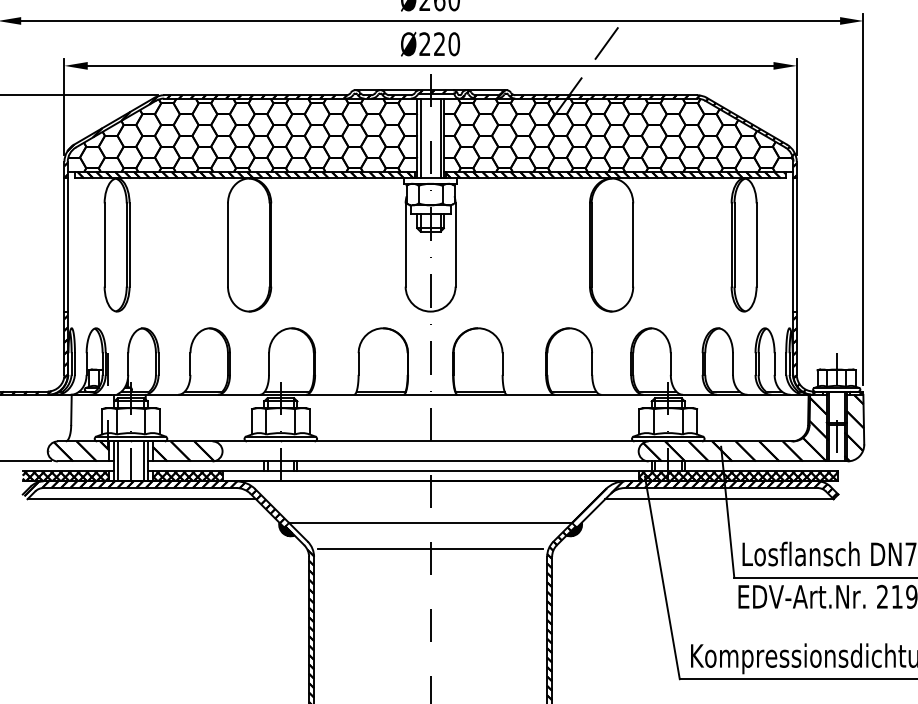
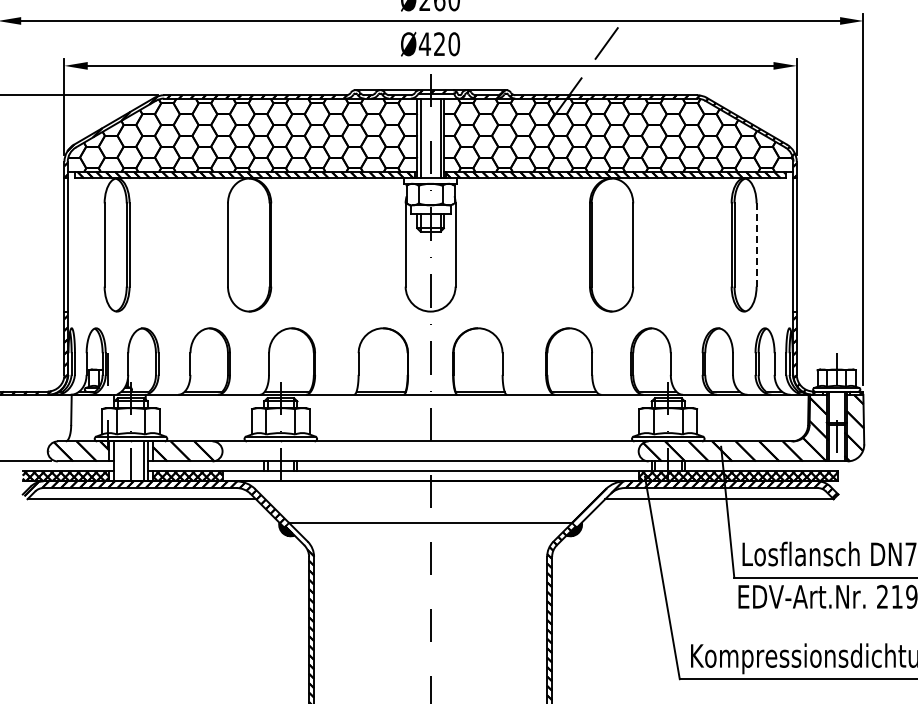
text at (424, 43): Ø220 -> Ø420
line at (756, 245): solid -> dashed
line at (117, 461): present -> none
line at (430, 548): present -> none
